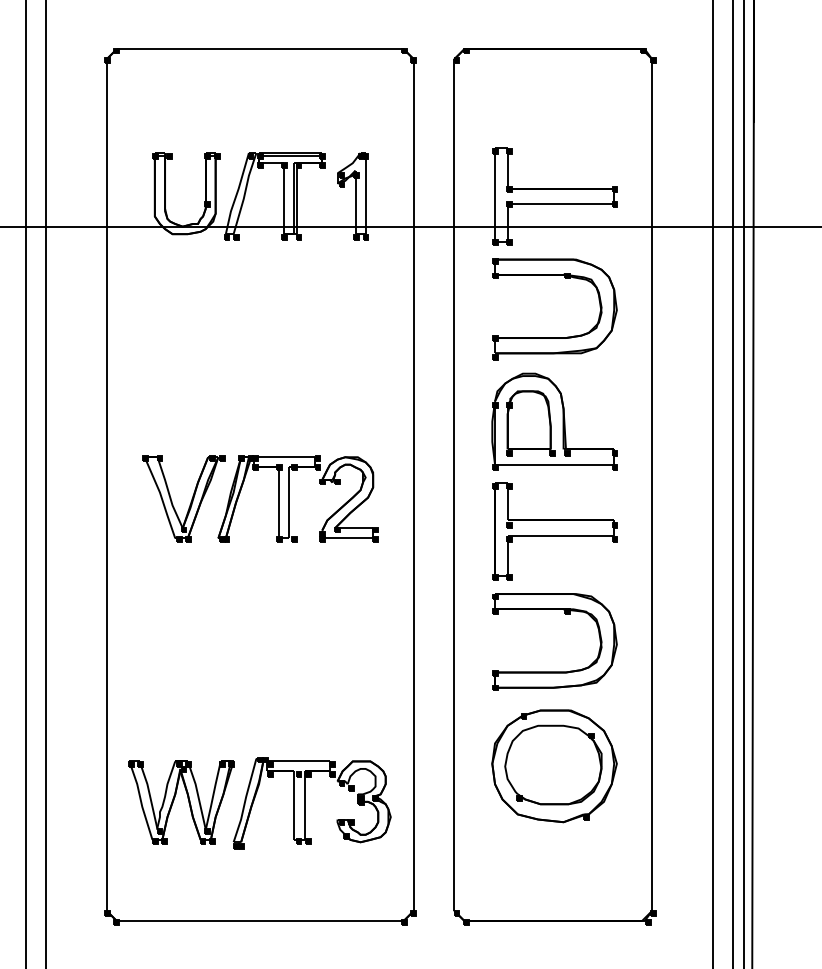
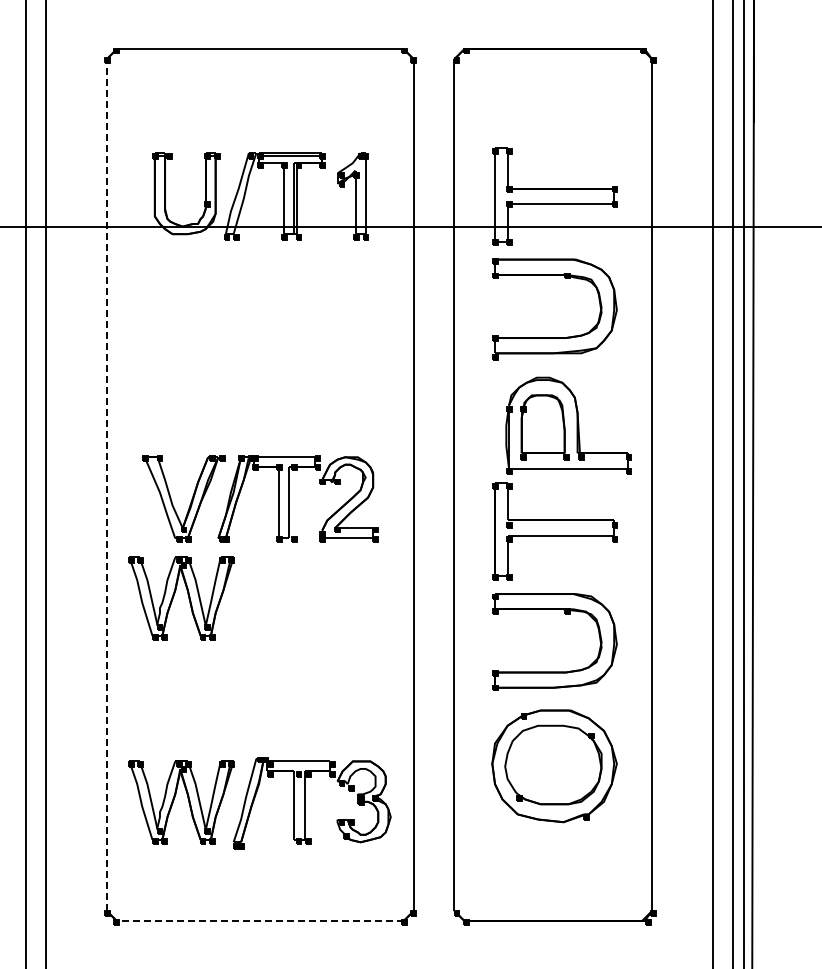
part at (554, 421) position: (554, 421) -> (568, 425)
line at (106, 485): solid -> dashed
part at (188, 598): none -> present
line at (259, 921): solid -> dashed
